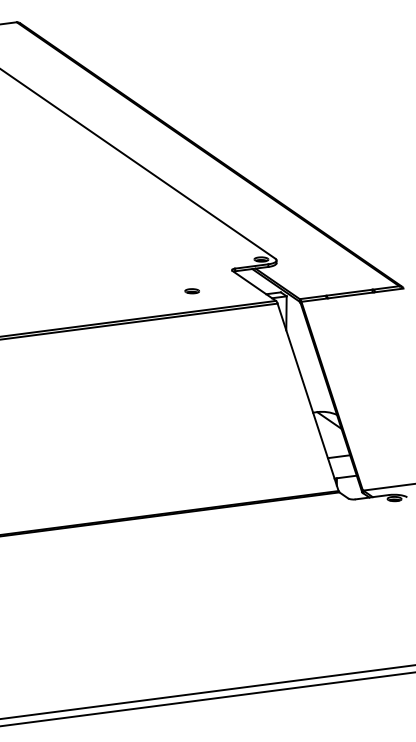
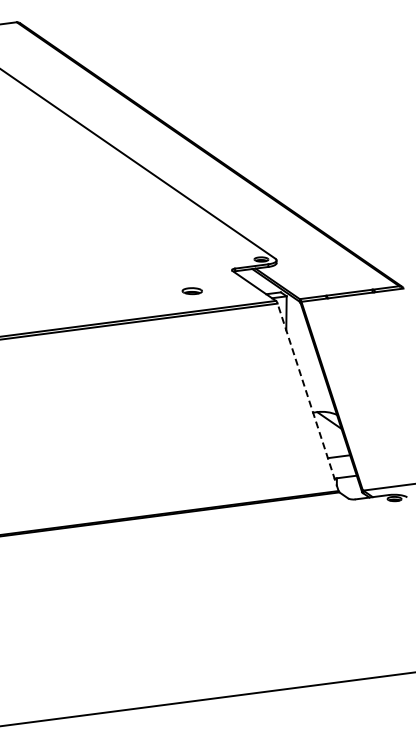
part at (191, 291) size: 16x7 px -> 22x9 px
line at (308, 397): solid -> dashed
line at (207, 691): present -> none
